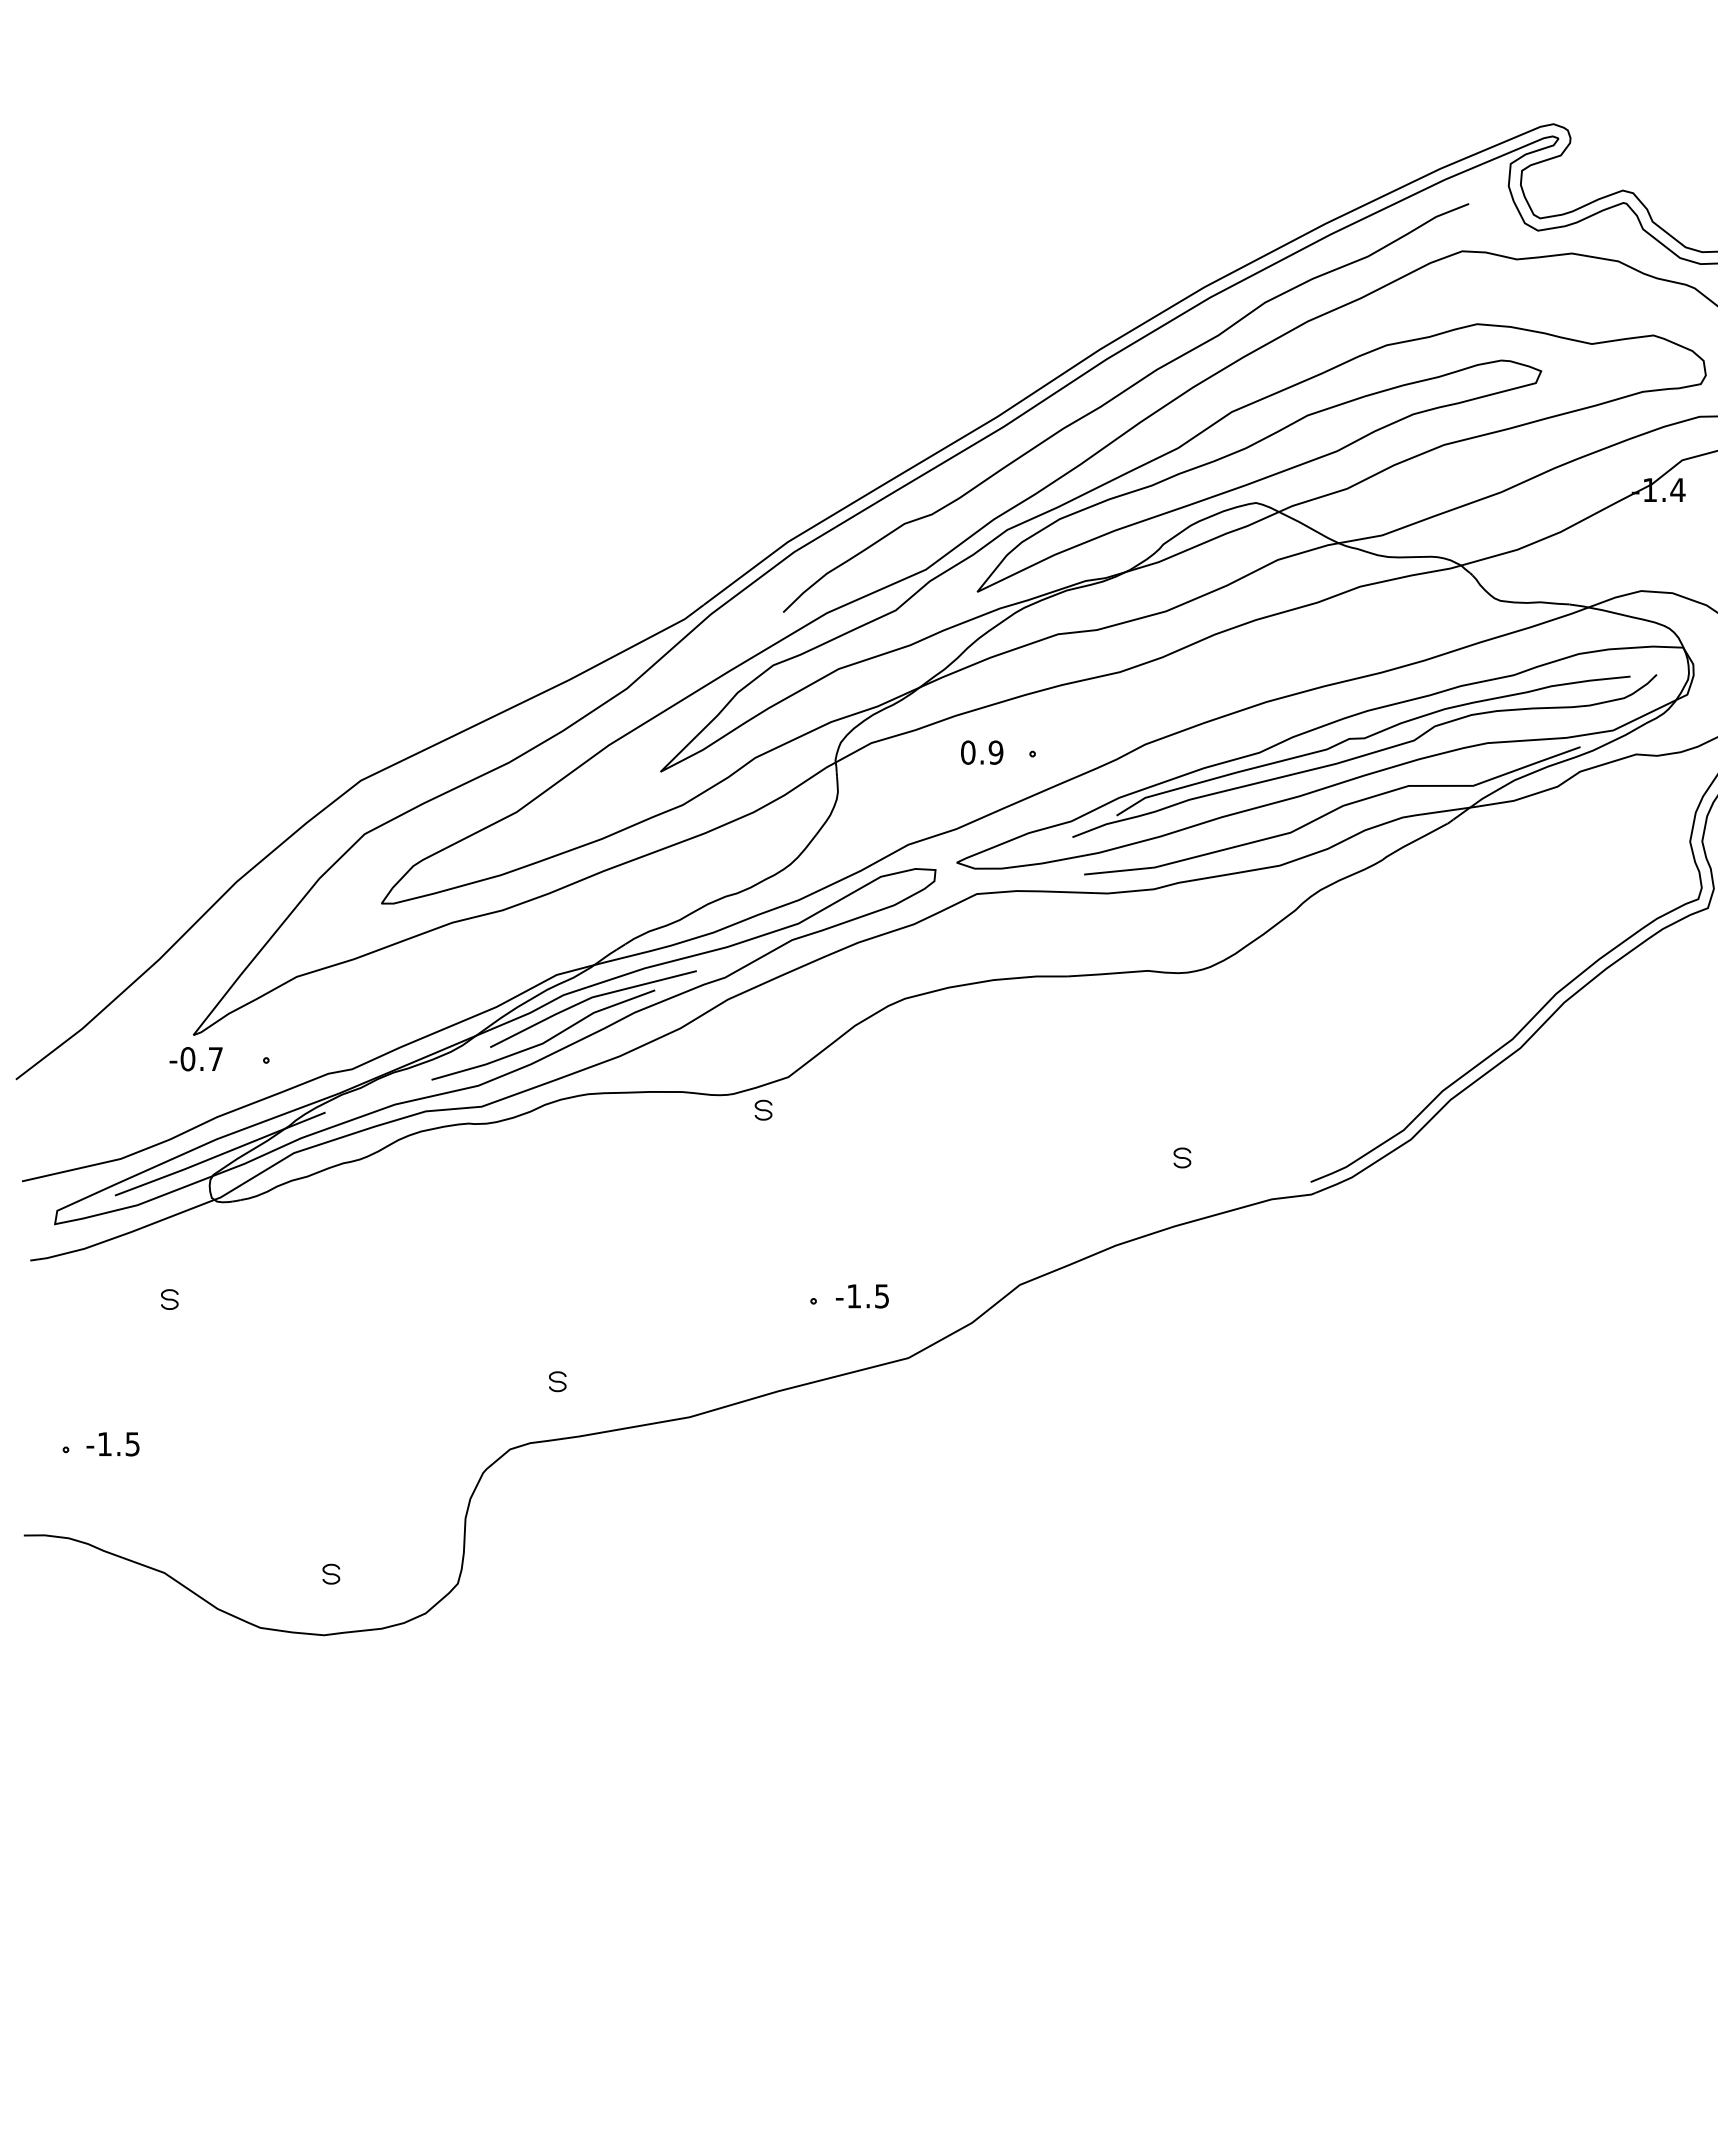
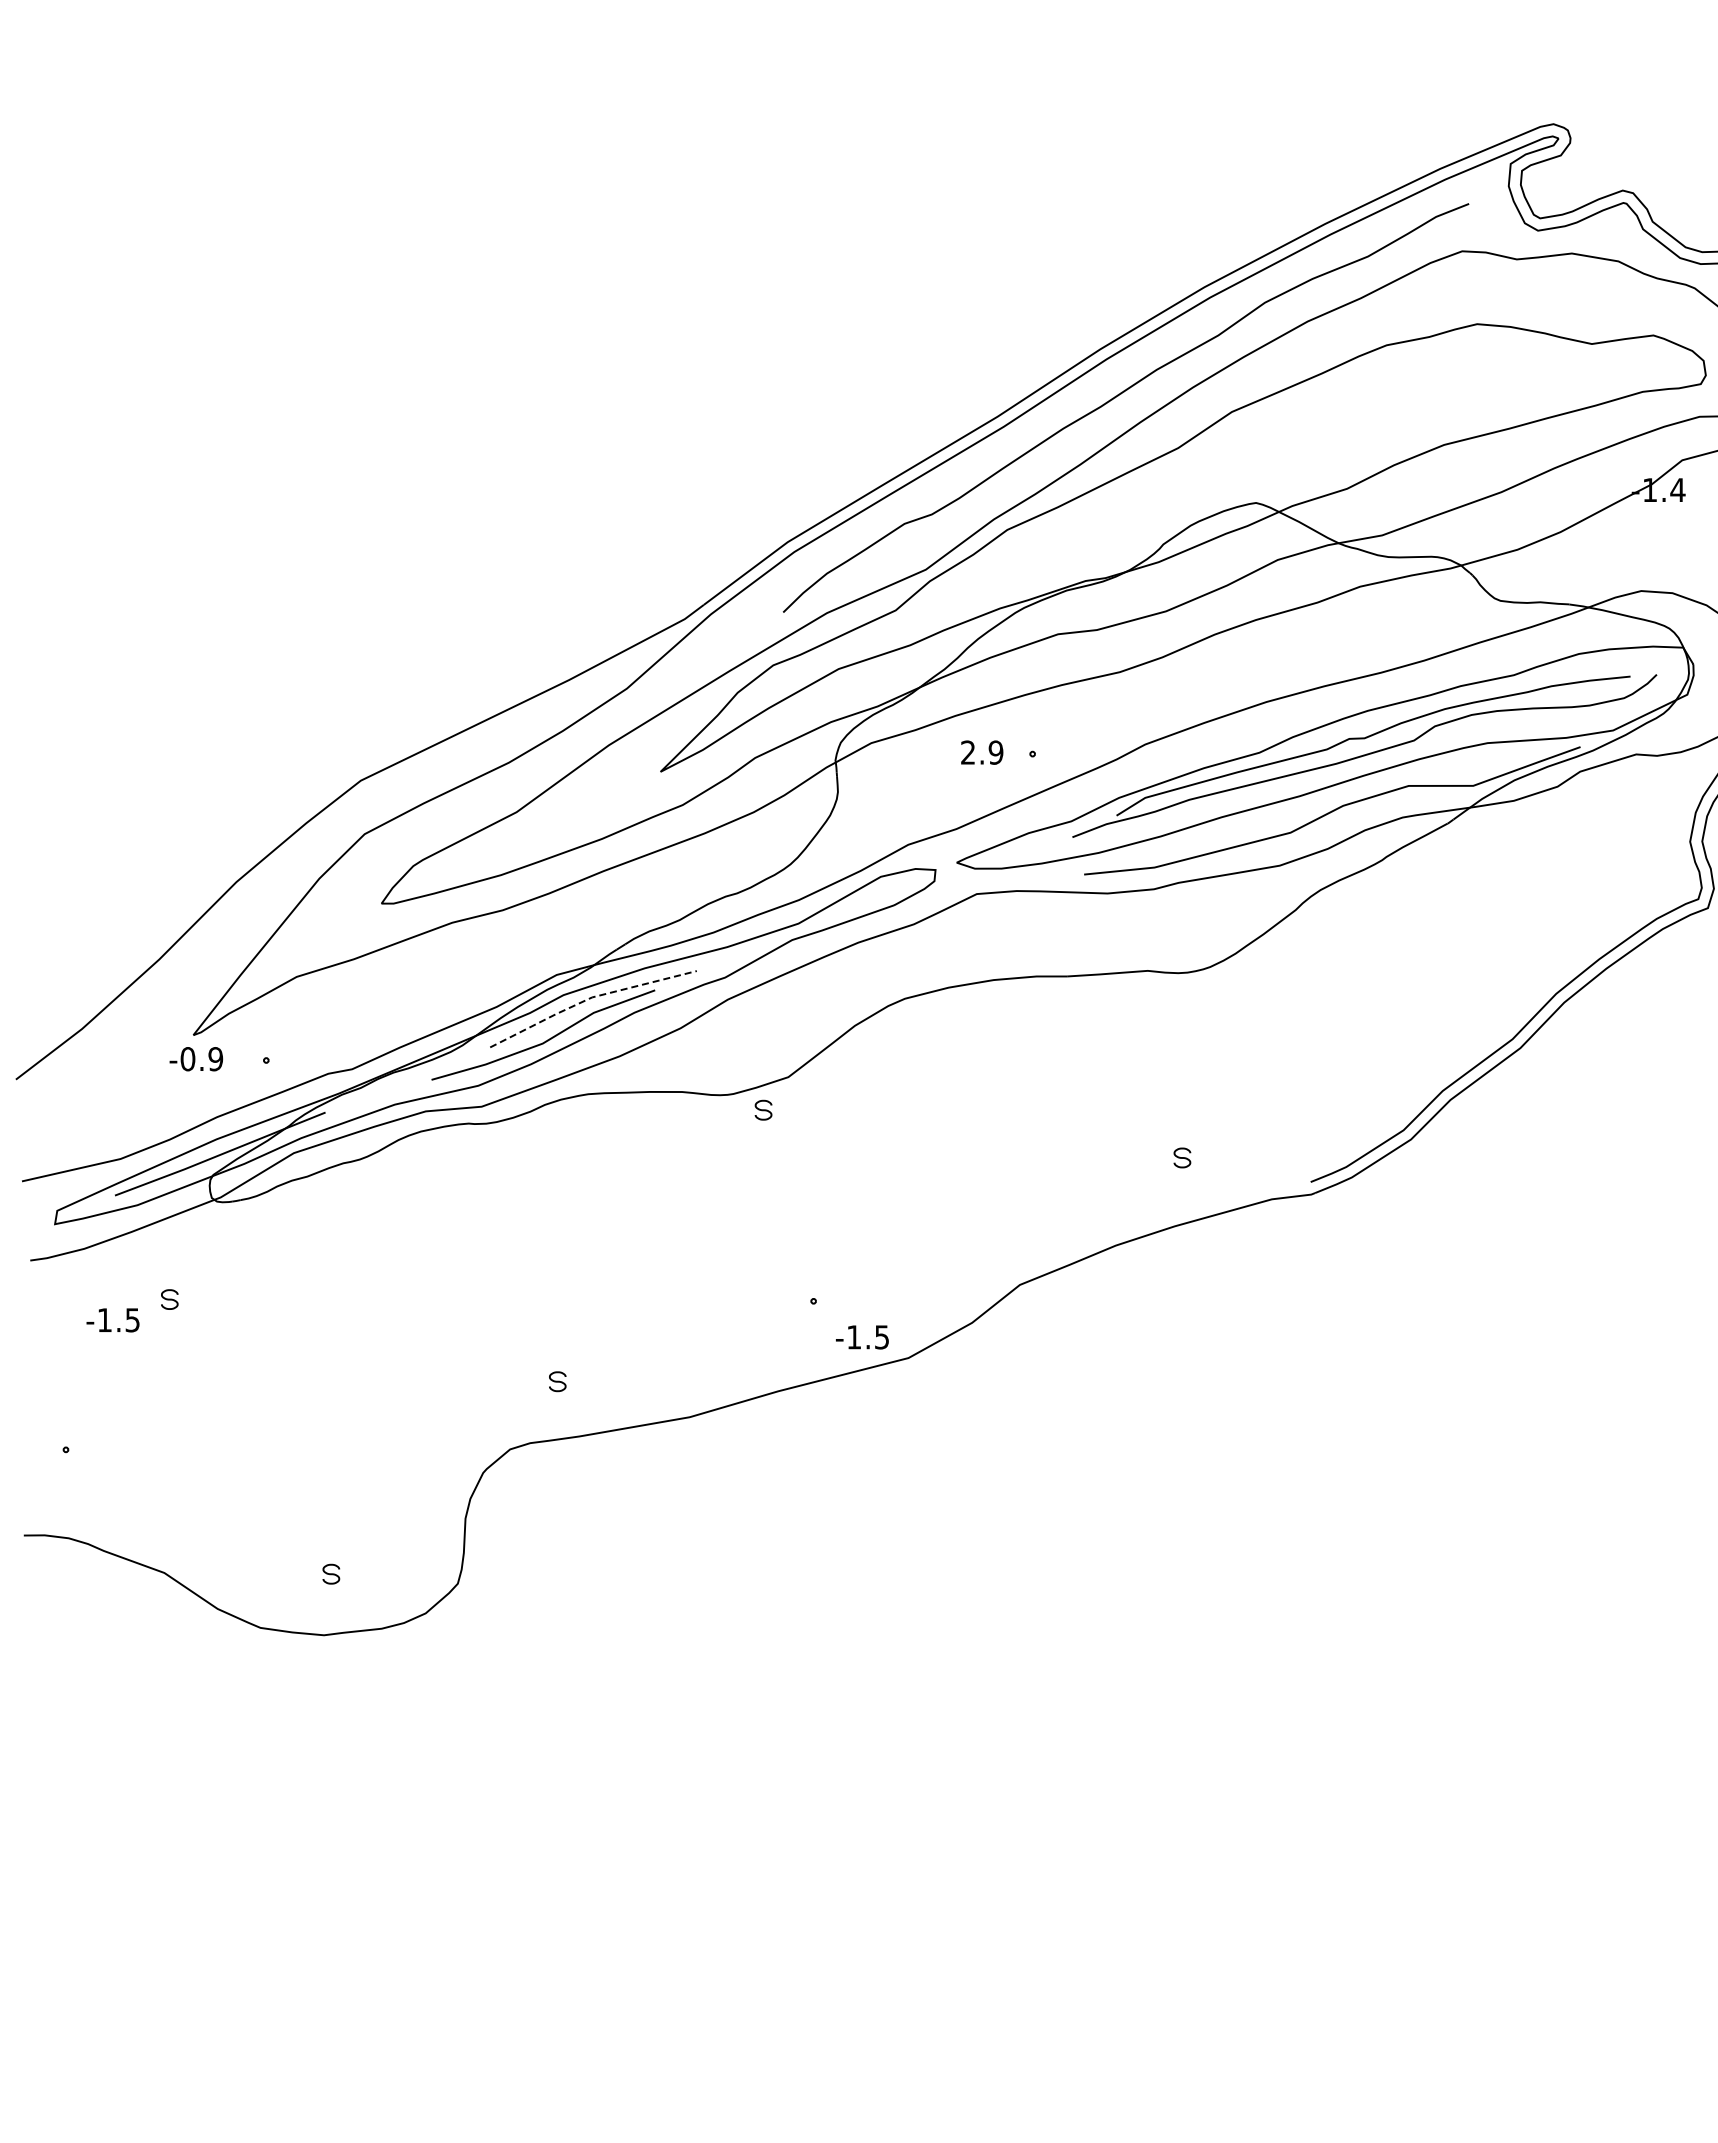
part at (1259, 475): present -> none
text at (968, 752): 0.9 -> 2.9
line at (589, 998): solid -> dashed
text at (215, 1059): -0.7 -> -0.9
text at (862, 1296) position: (862, 1296) -> (862, 1337)
text at (112, 1444) position: (112, 1444) -> (112, 1320)
